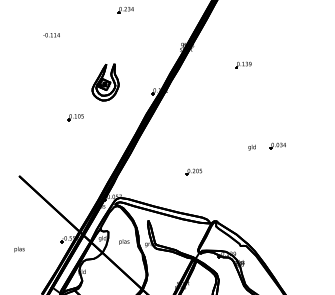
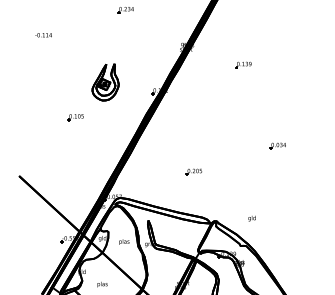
text at (51, 35) position: (51, 35) -> (43, 35)
text at (251, 147) position: (251, 147) -> (251, 218)
text at (19, 249) position: (19, 249) -> (102, 284)
